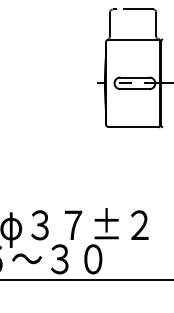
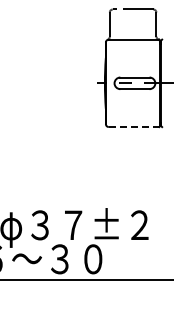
line at (134, 127): solid -> dashed
